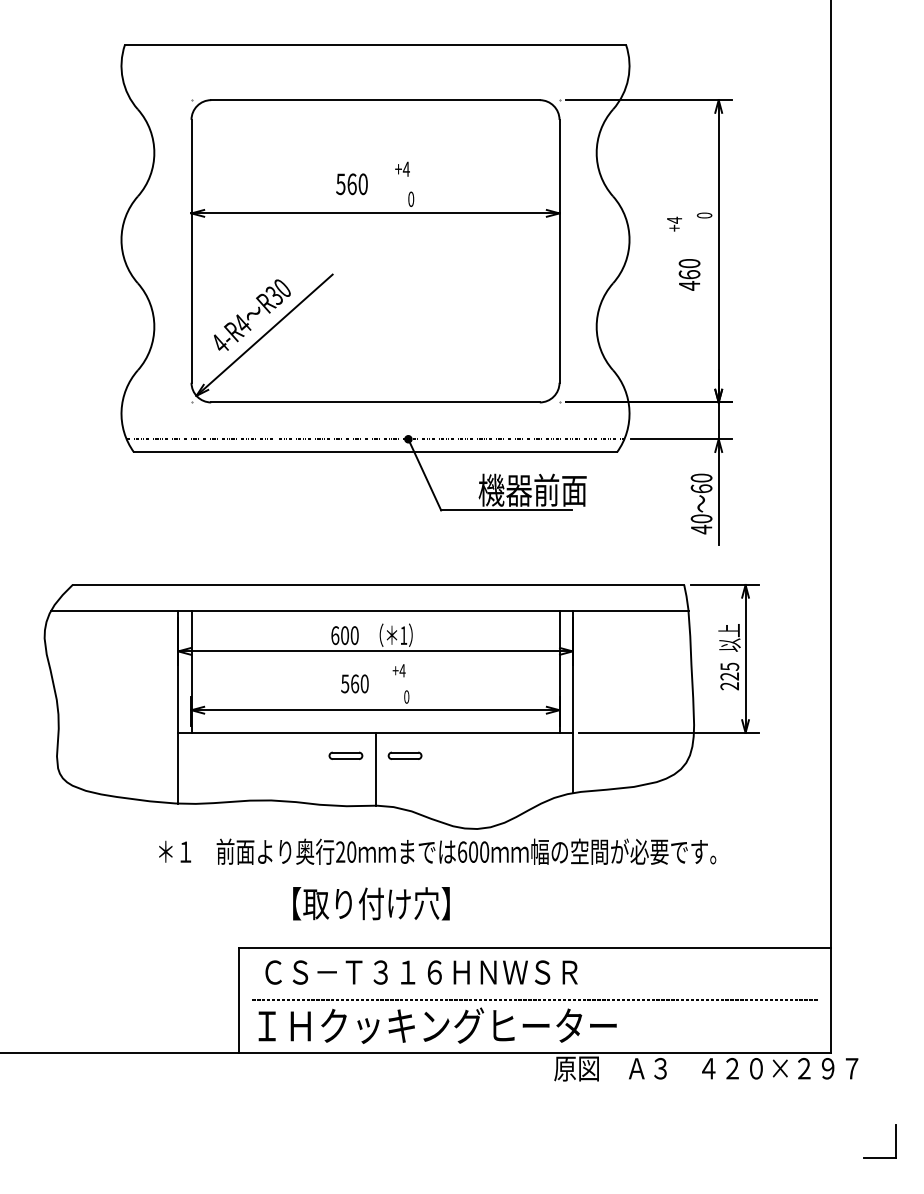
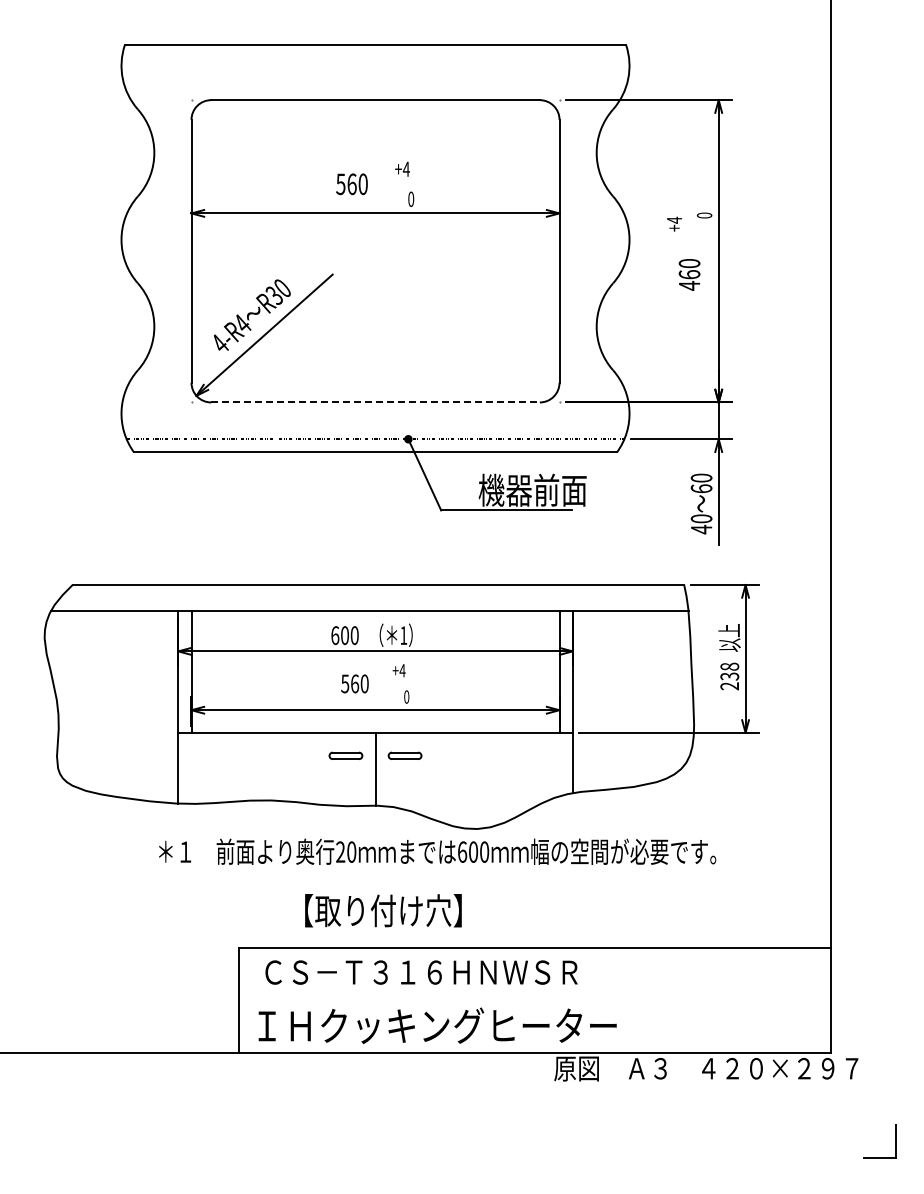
line at (376, 402): solid -> dashed
text at (729, 671): 225 -> 238
text at (371, 903) position: (371, 903) -> (383, 910)
line at (534, 1000): present -> none
